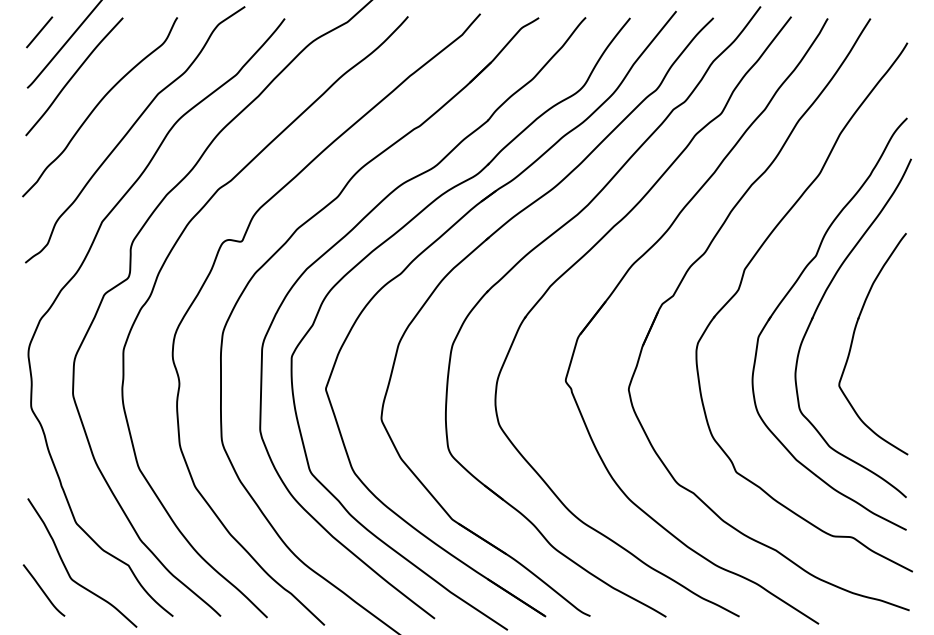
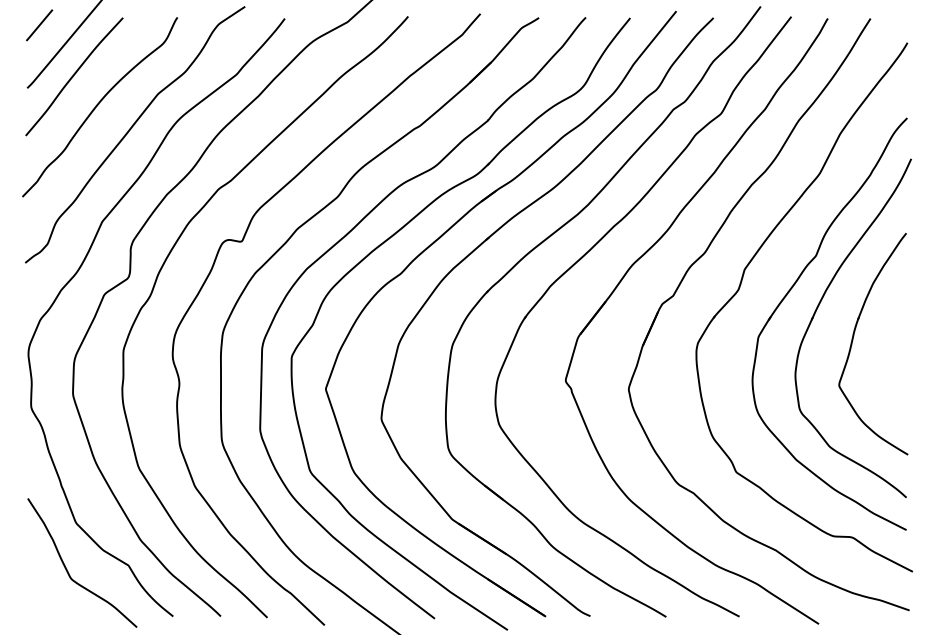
line at (39, 32) position: (39, 32) -> (39, 25)
curve at (43, 590): present -> none
